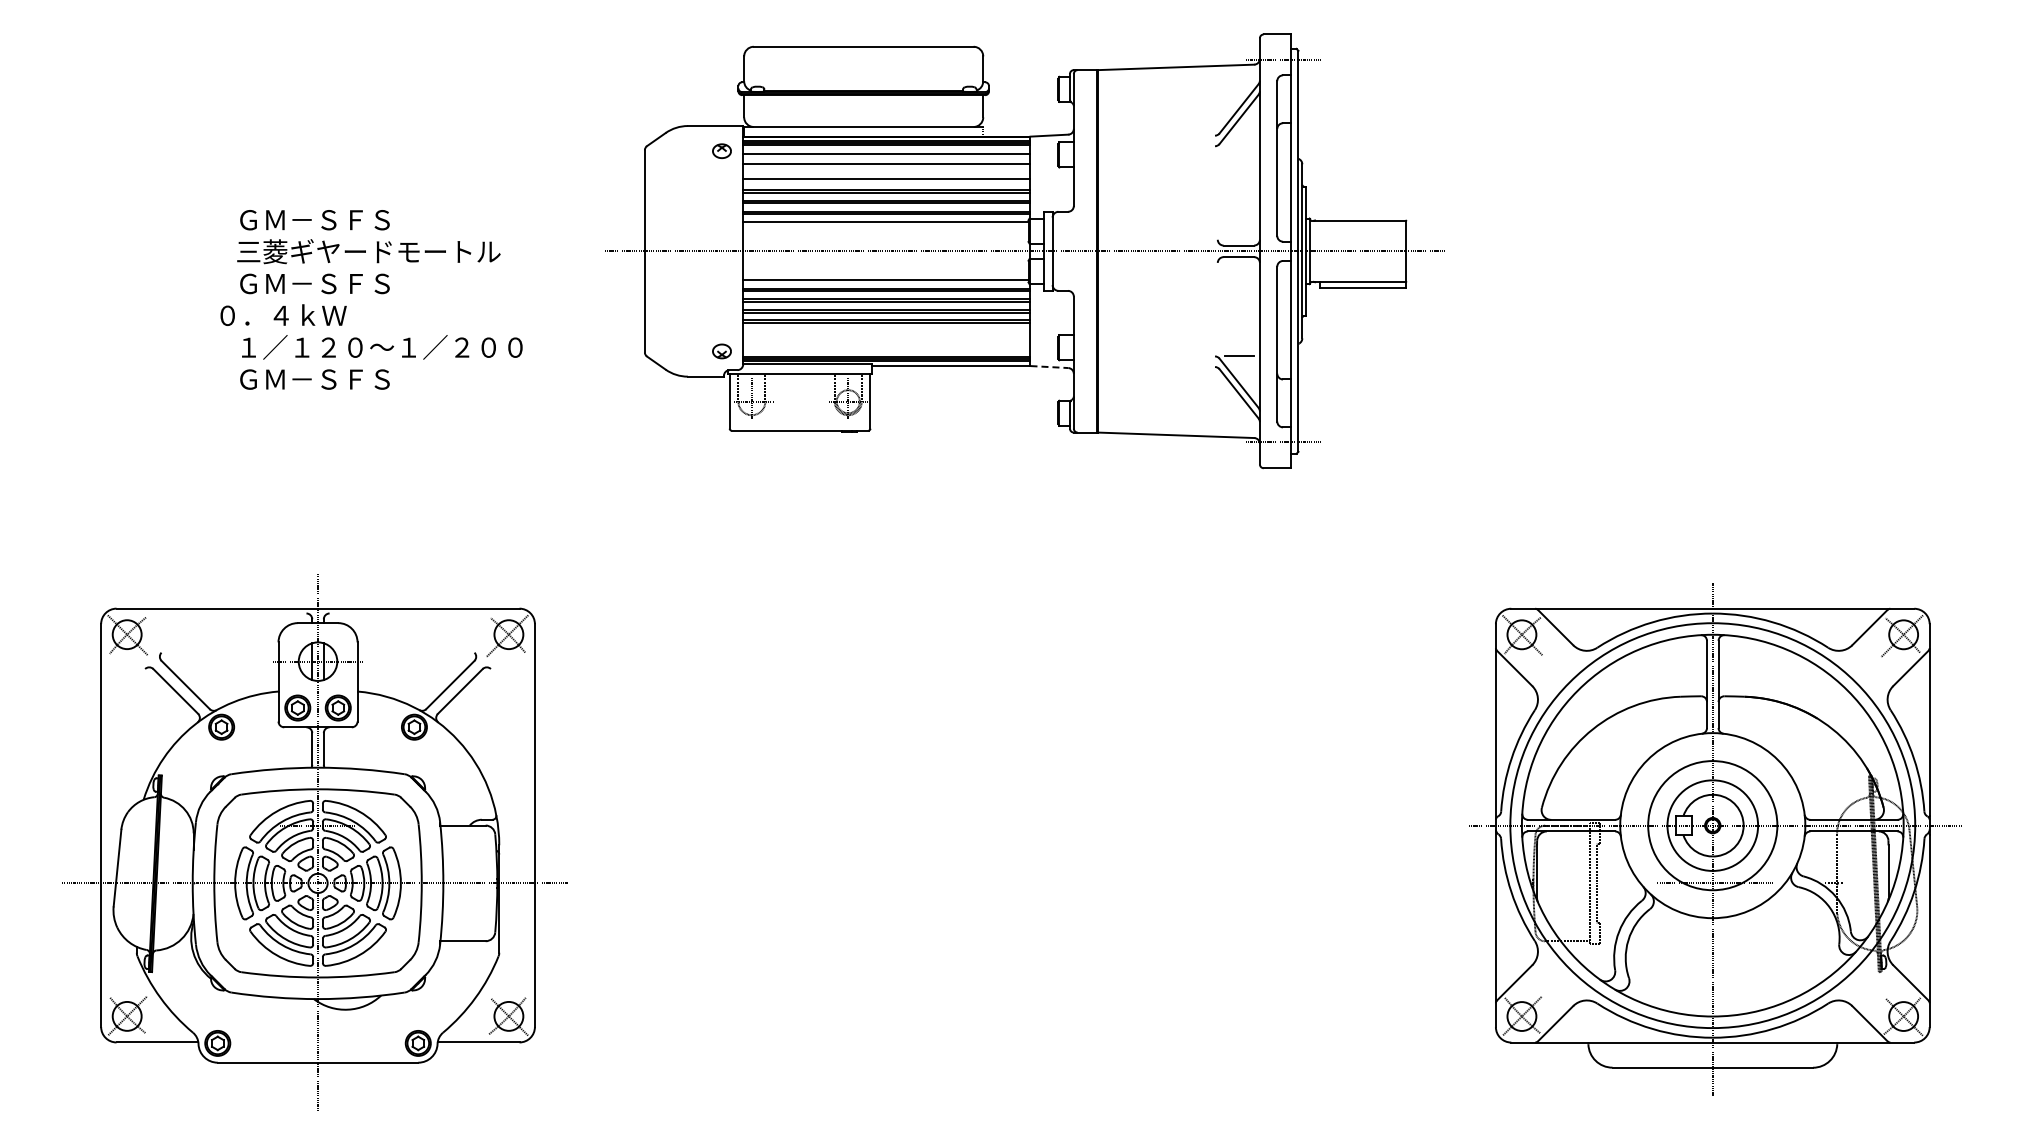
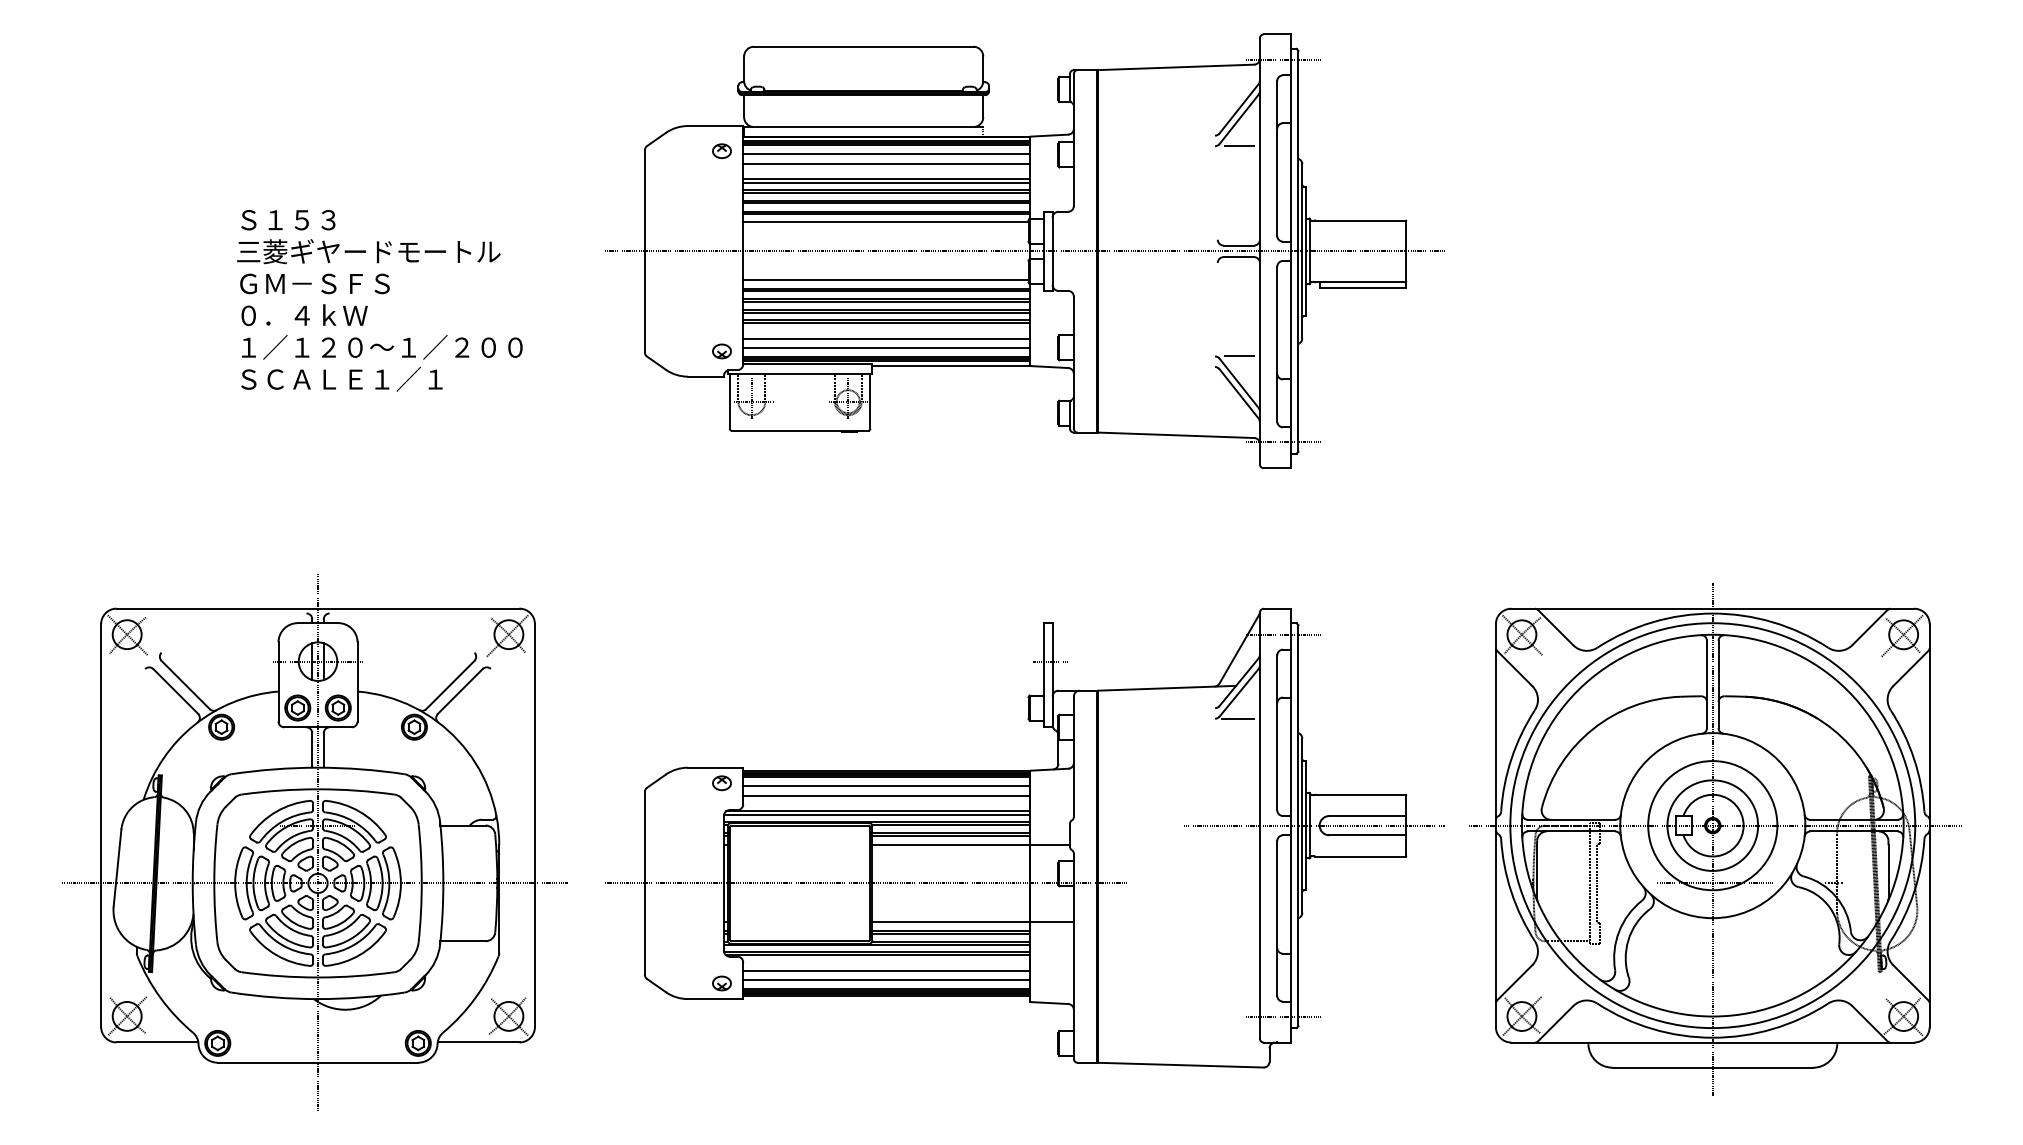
line at (1238, 146): none -> present
line at (886, 182): none -> present
text at (314, 220): ＧＭ－ＳＦＳ -> Ｓ１５３
text at (283, 314) position: (283, 314) -> (304, 314)
line at (886, 338): none -> present
line at (886, 348): none -> present
line at (1049, 367): dashed -> solid
text at (341, 378): ＧＭ－ＳＦＳ -> ＳＣＡＬＥ１／１
part at (1024, 837): none -> present
